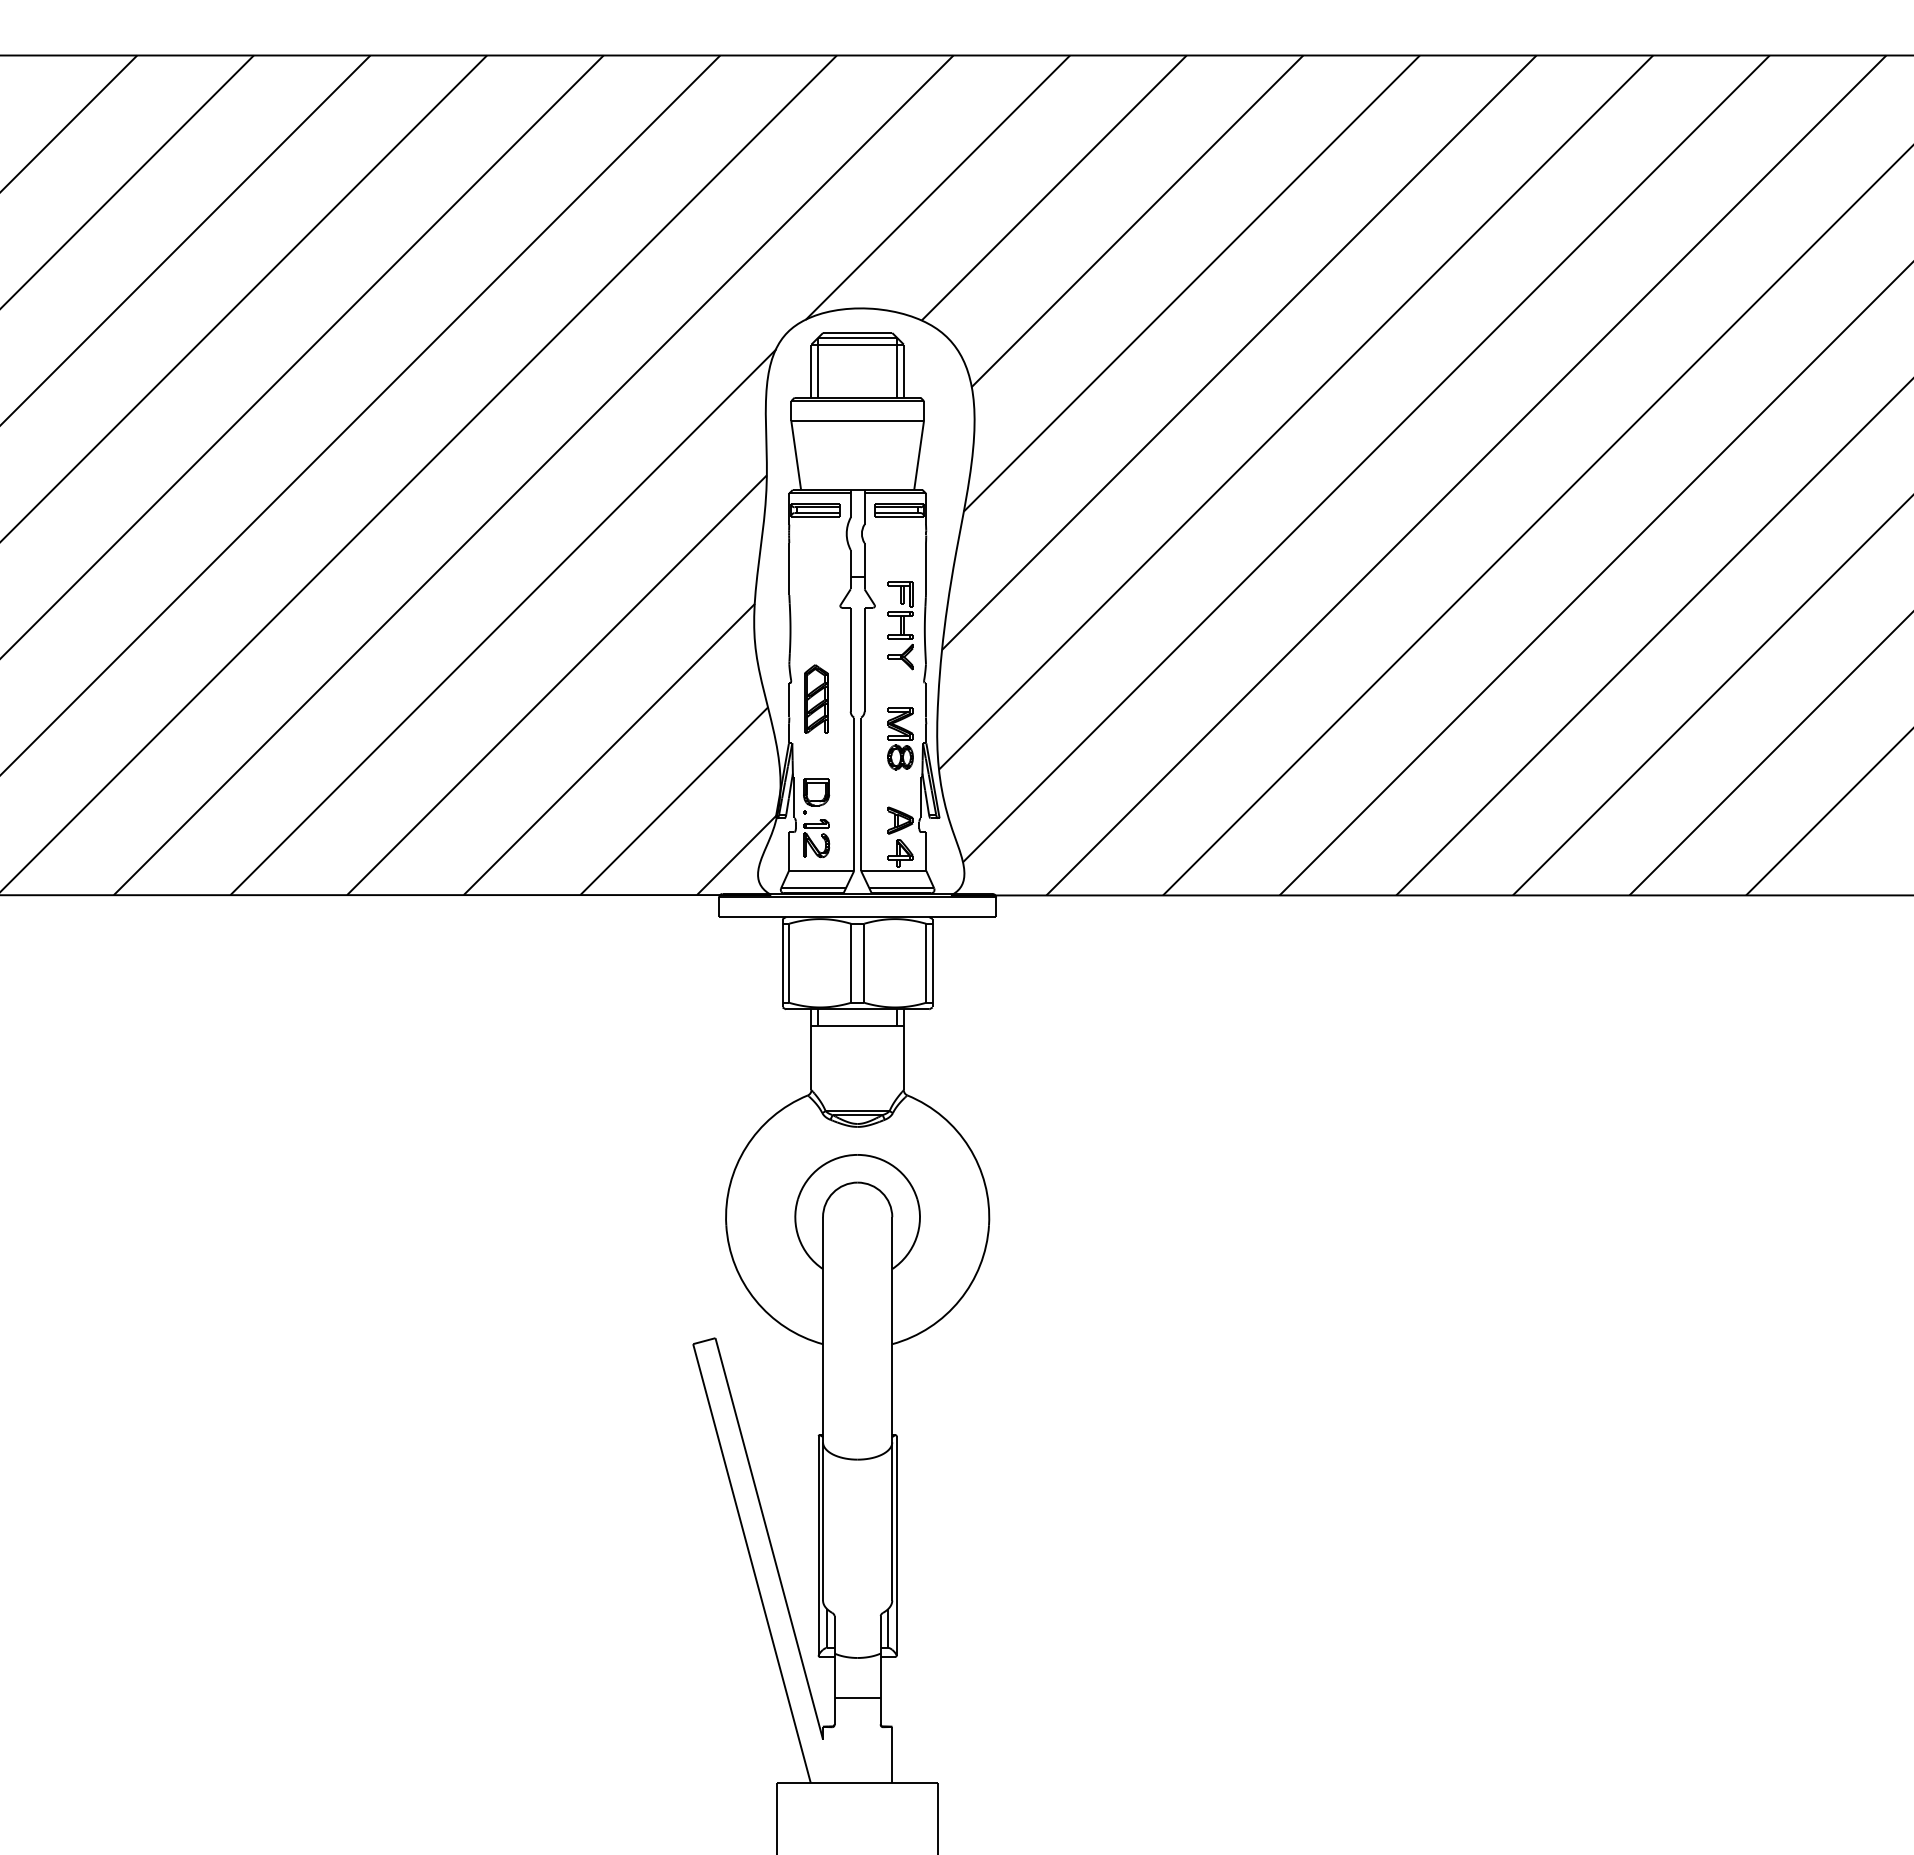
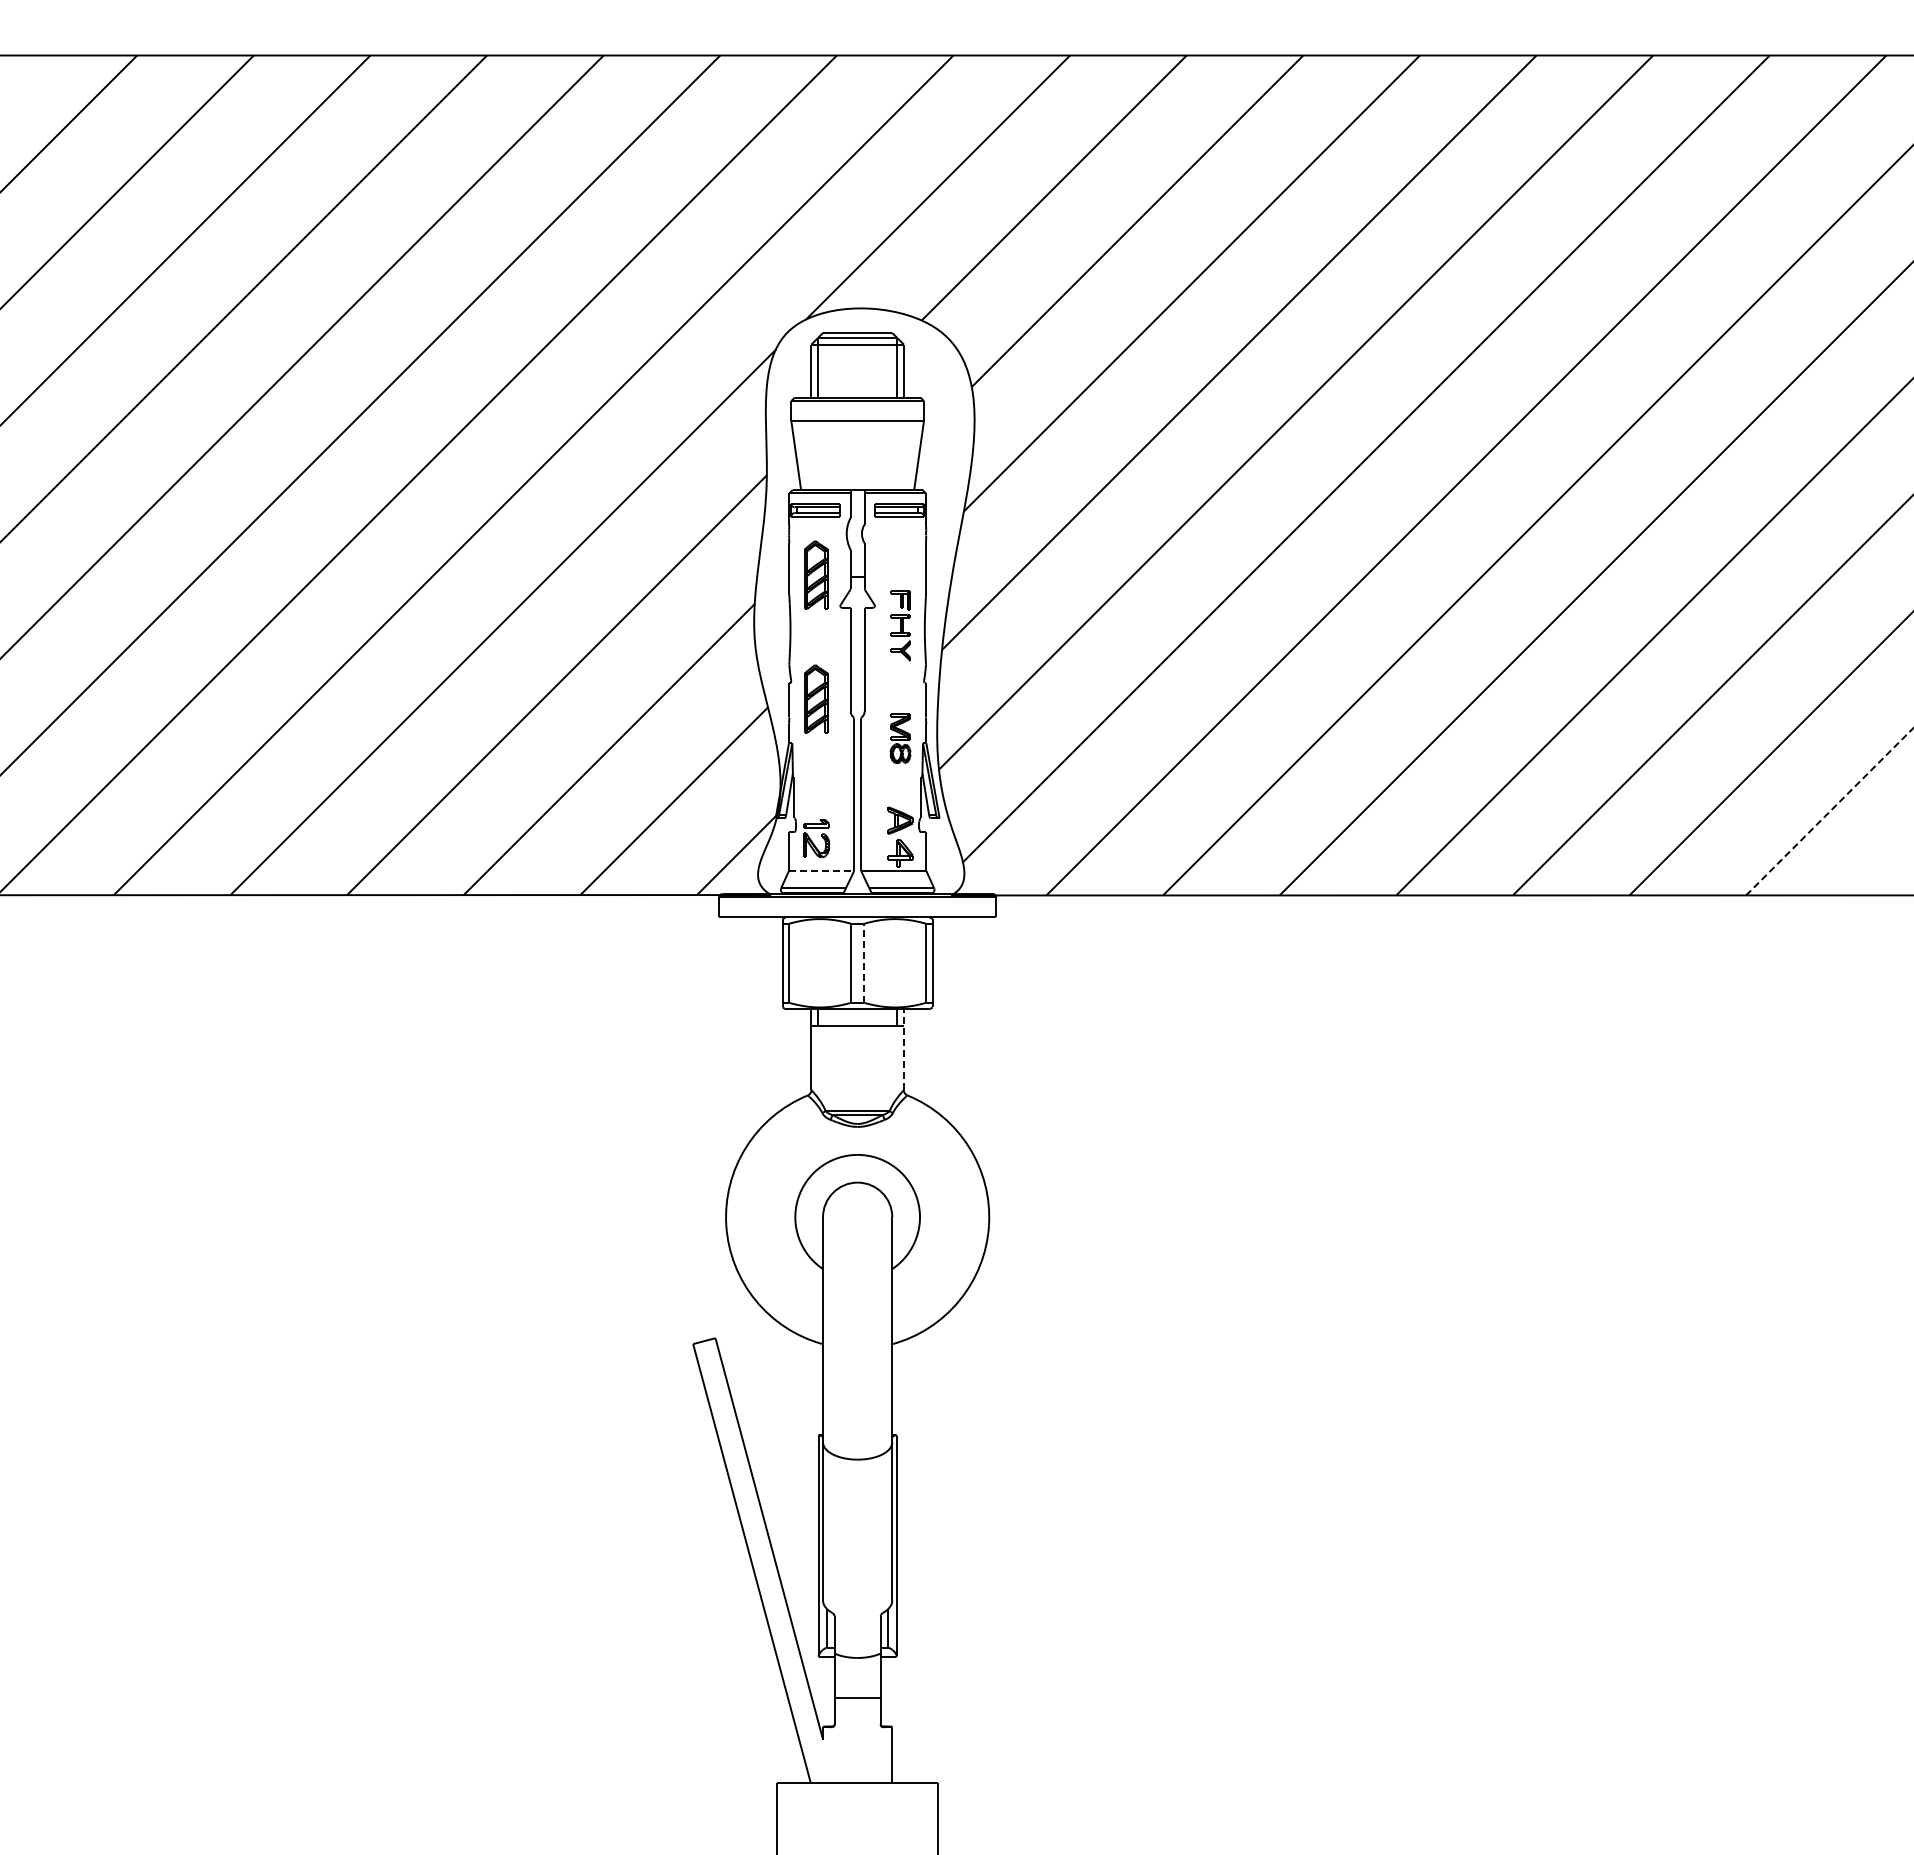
part at (816, 574): none -> present
part at (900, 625) size: 27x90 px -> 21x72 px
part at (900, 738) size: 27x64 px -> 23x51 px
part at (816, 796): present -> none
line at (1830, 811): solid -> dashed
line at (821, 870): solid -> dashed
line at (864, 963): solid -> dashed
line at (903, 1049): solid -> dashed
